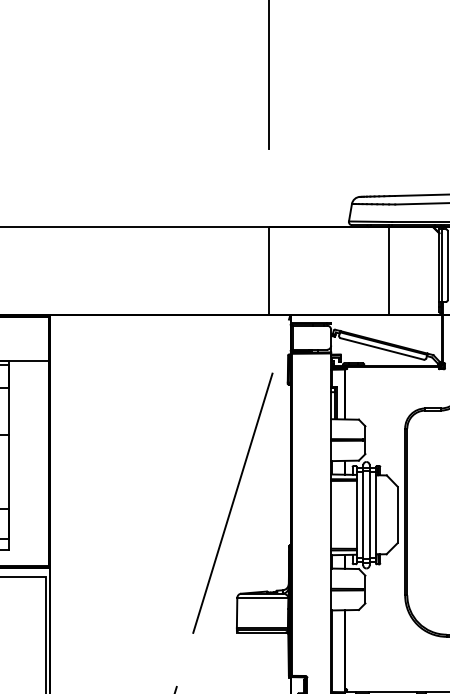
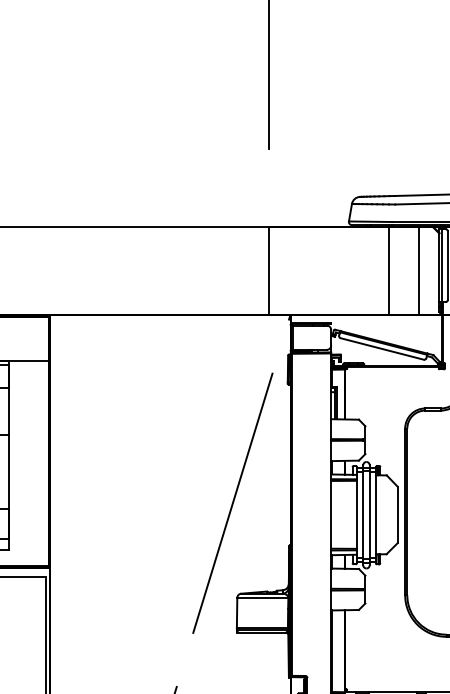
line at (419, 270): none -> present
